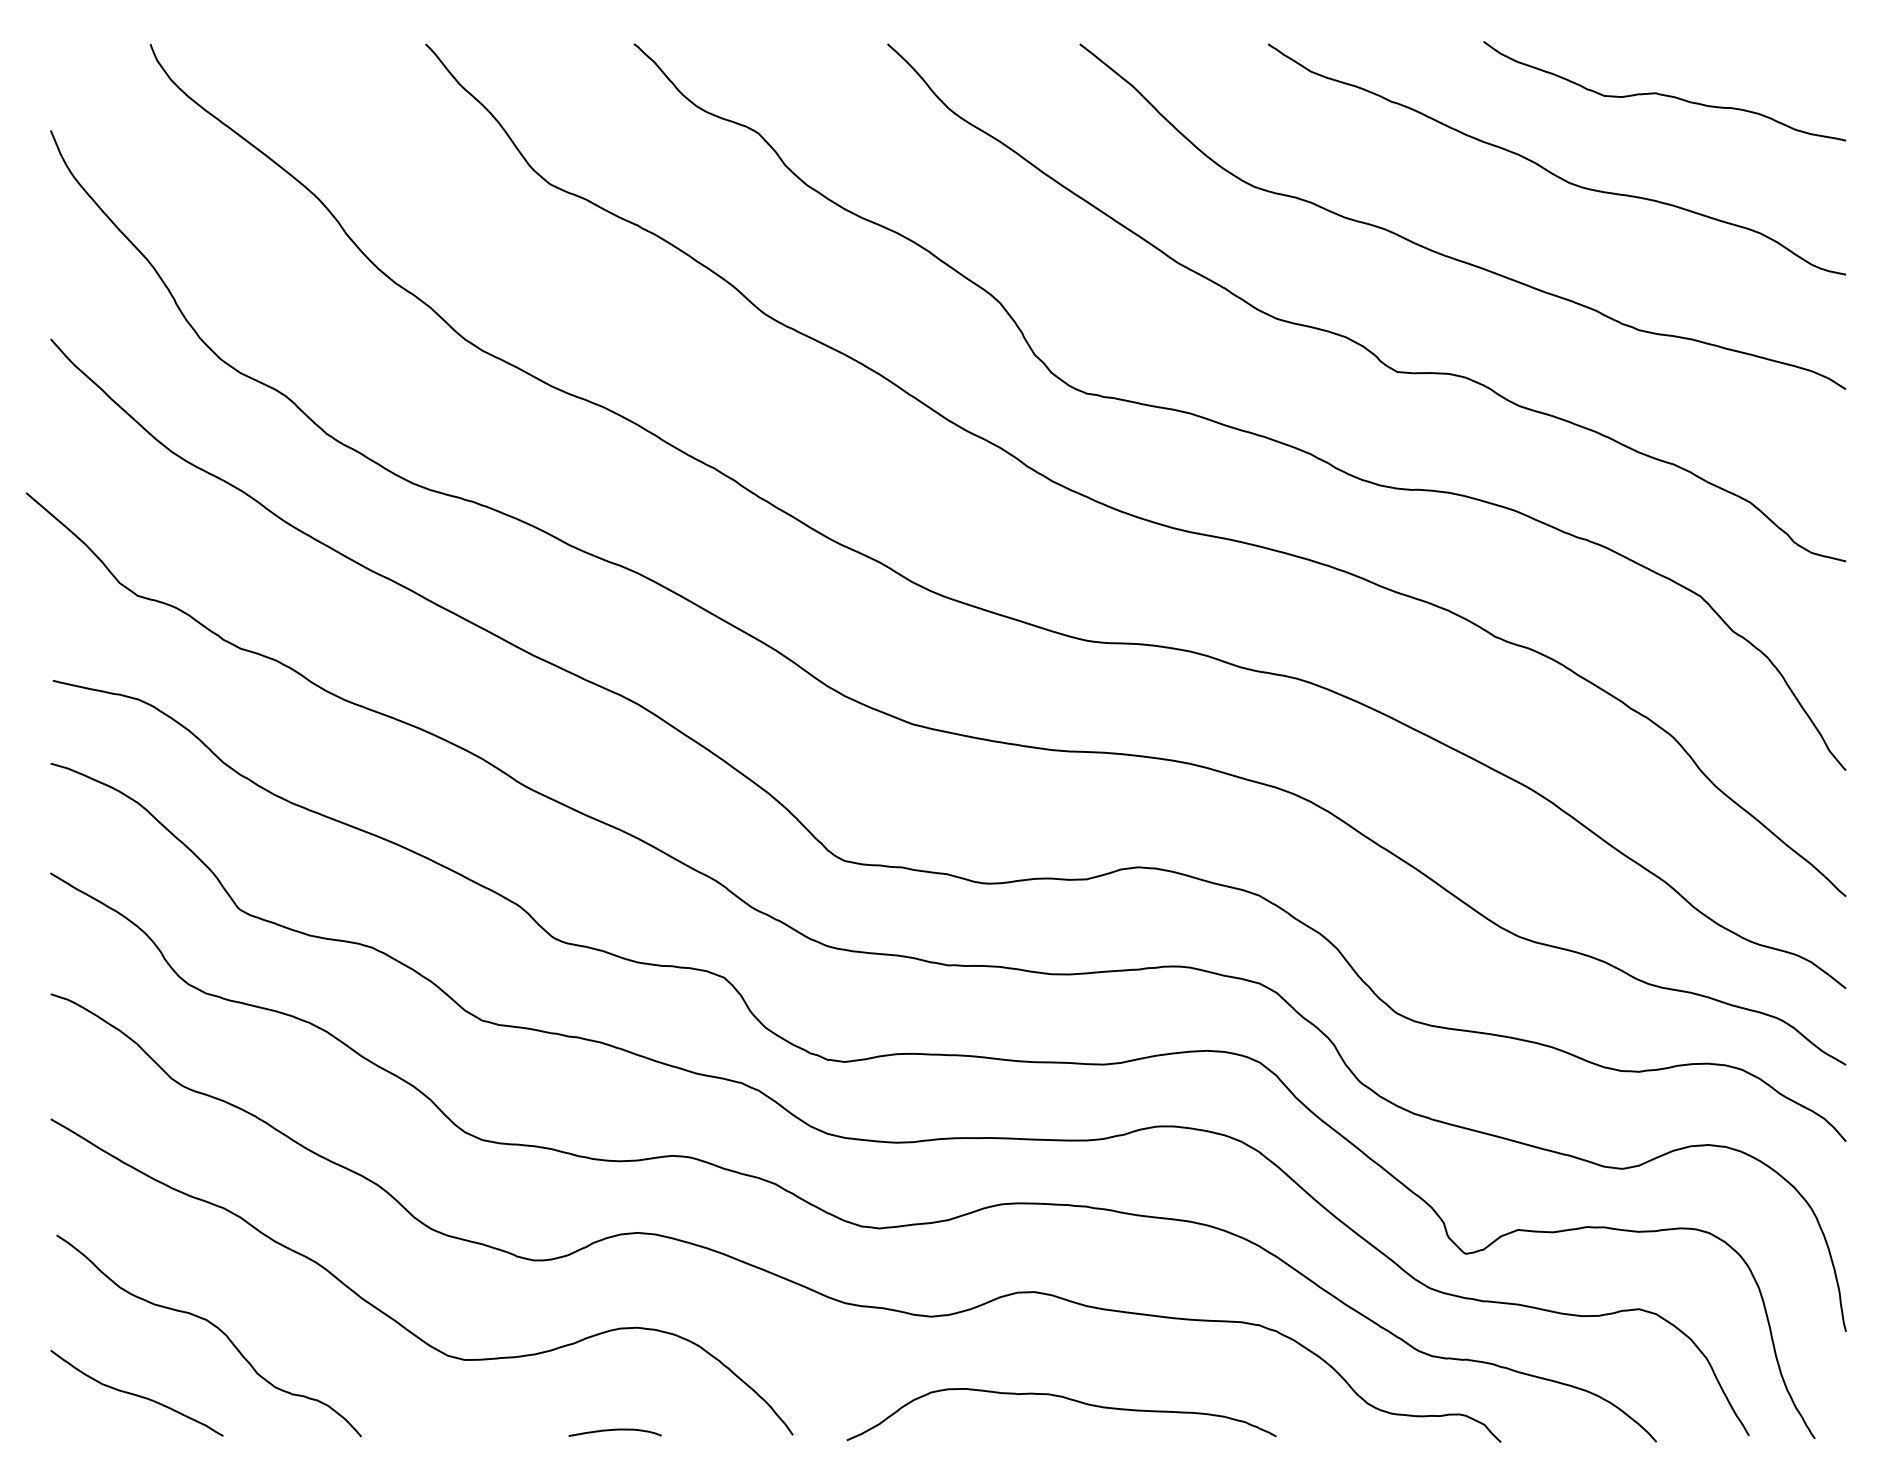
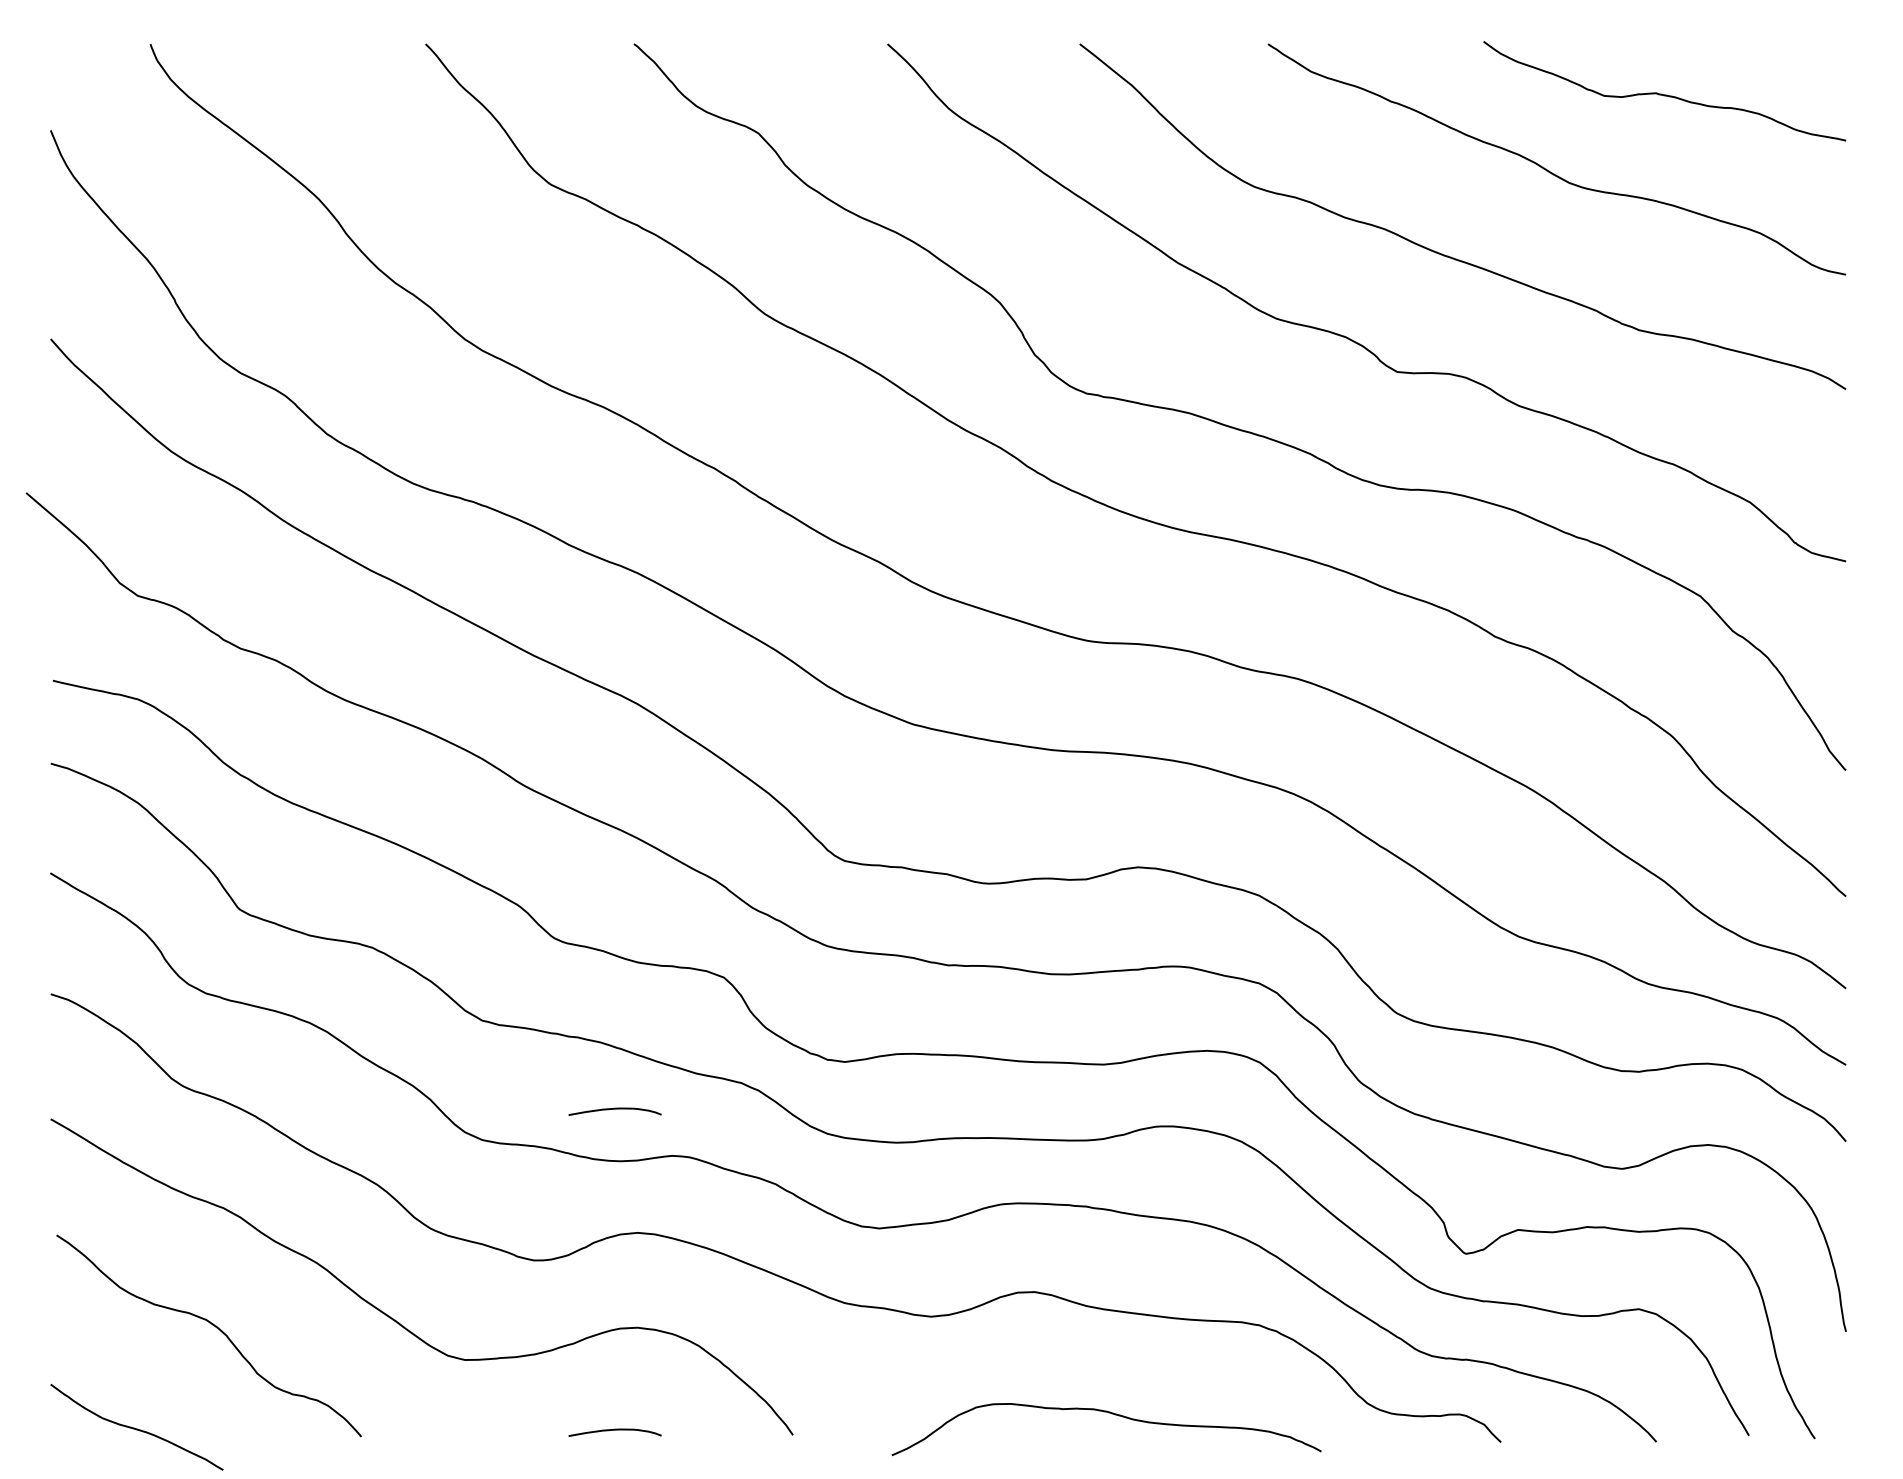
curve at (614, 1109): none -> present
curve at (136, 1394) position: (136, 1394) -> (136, 1428)
curve at (1063, 1398) position: (1063, 1398) -> (1108, 1413)
